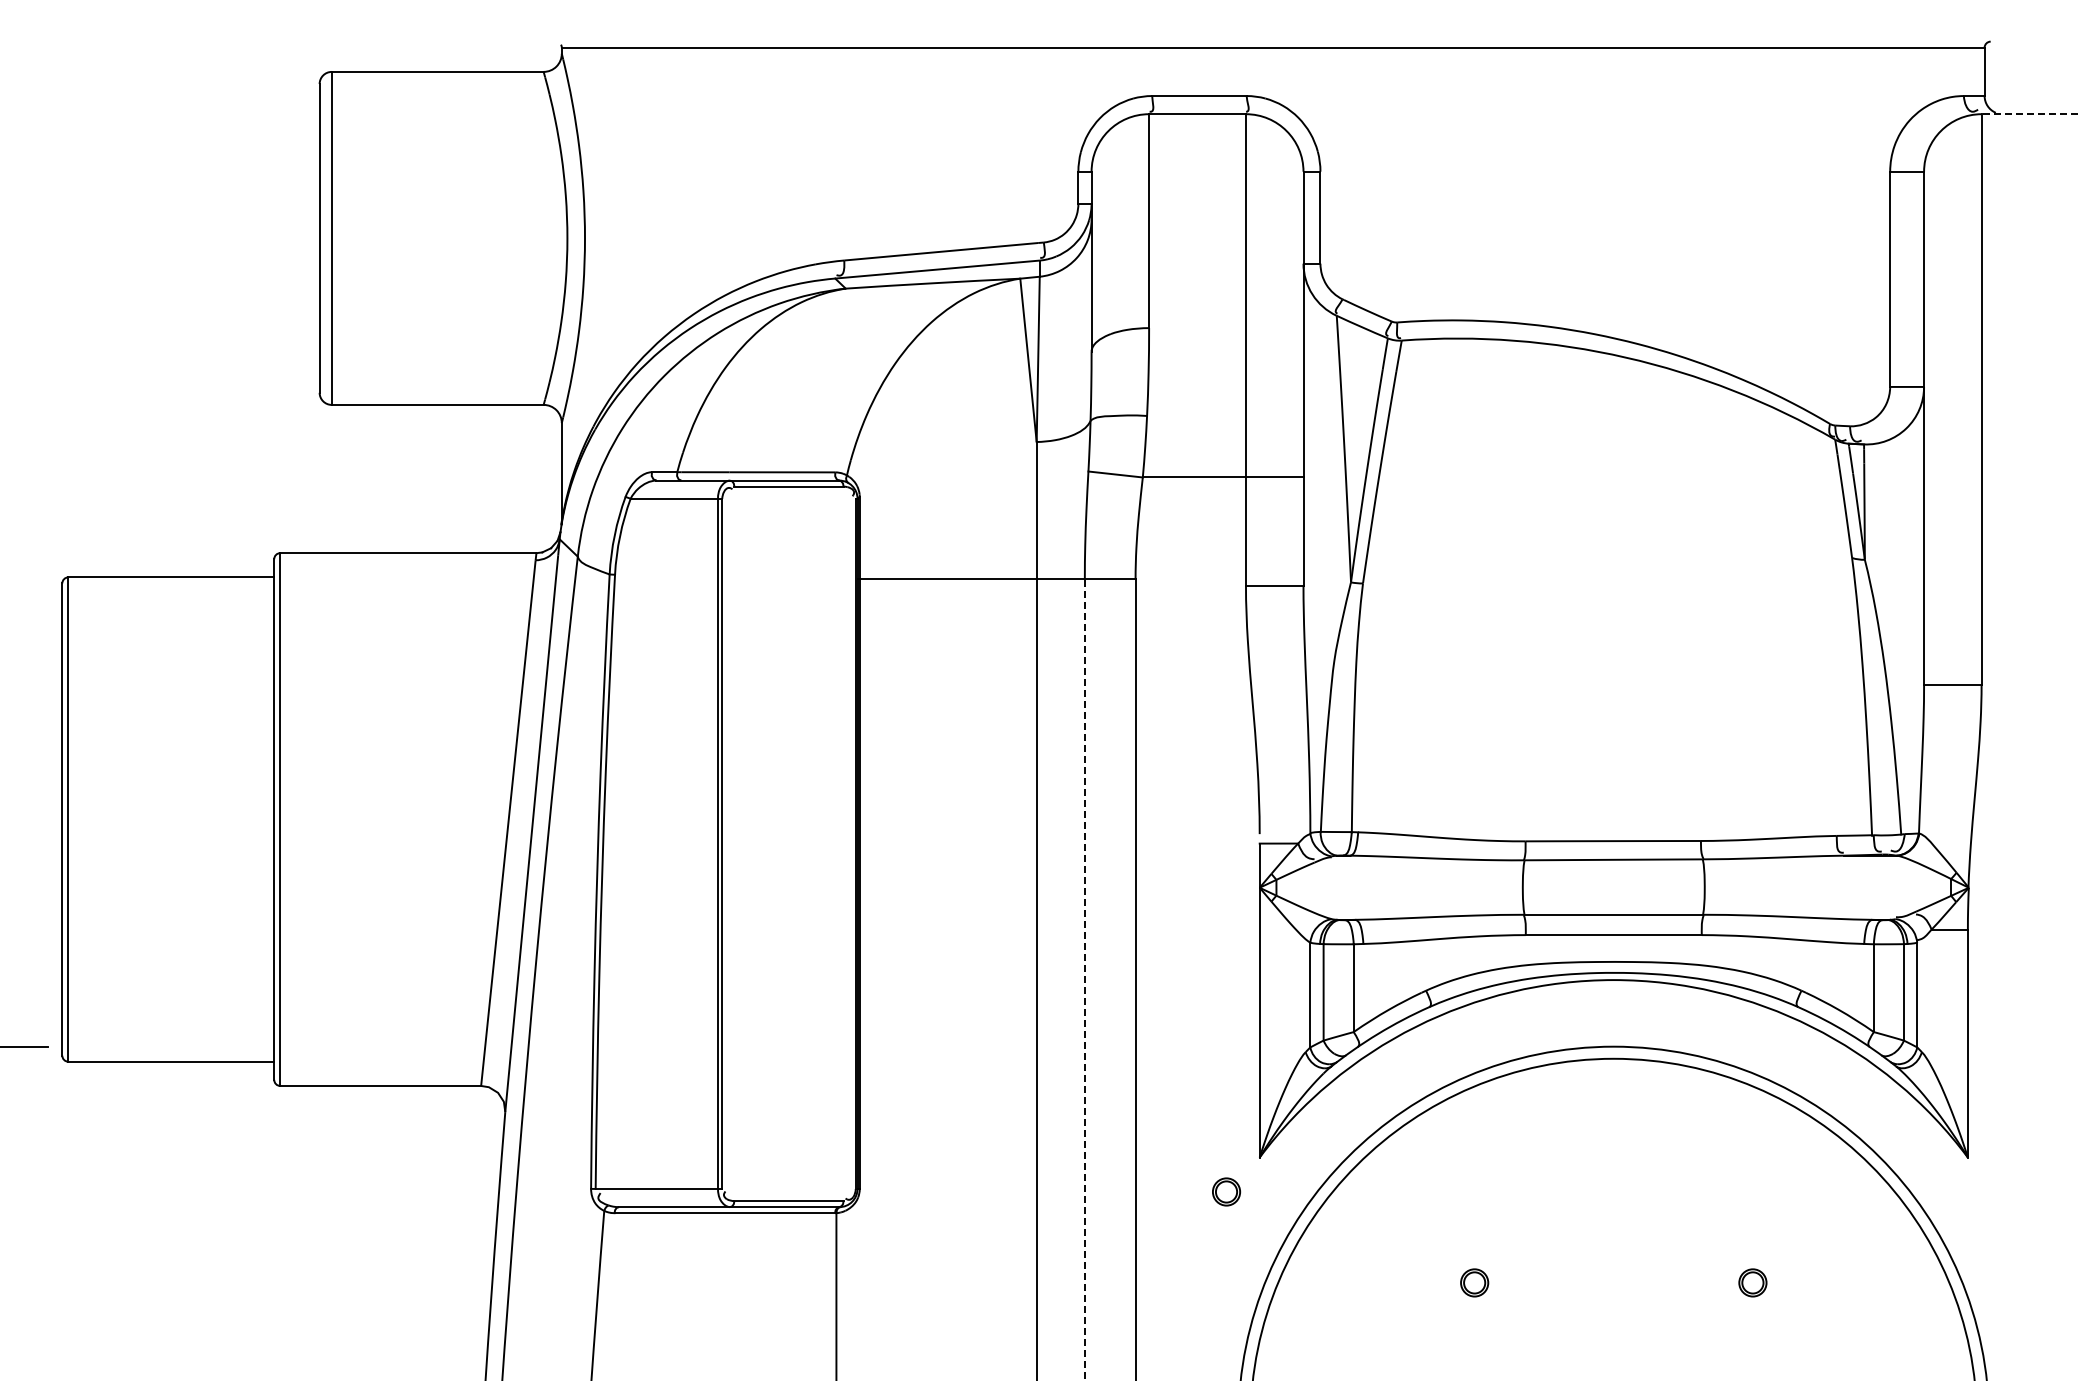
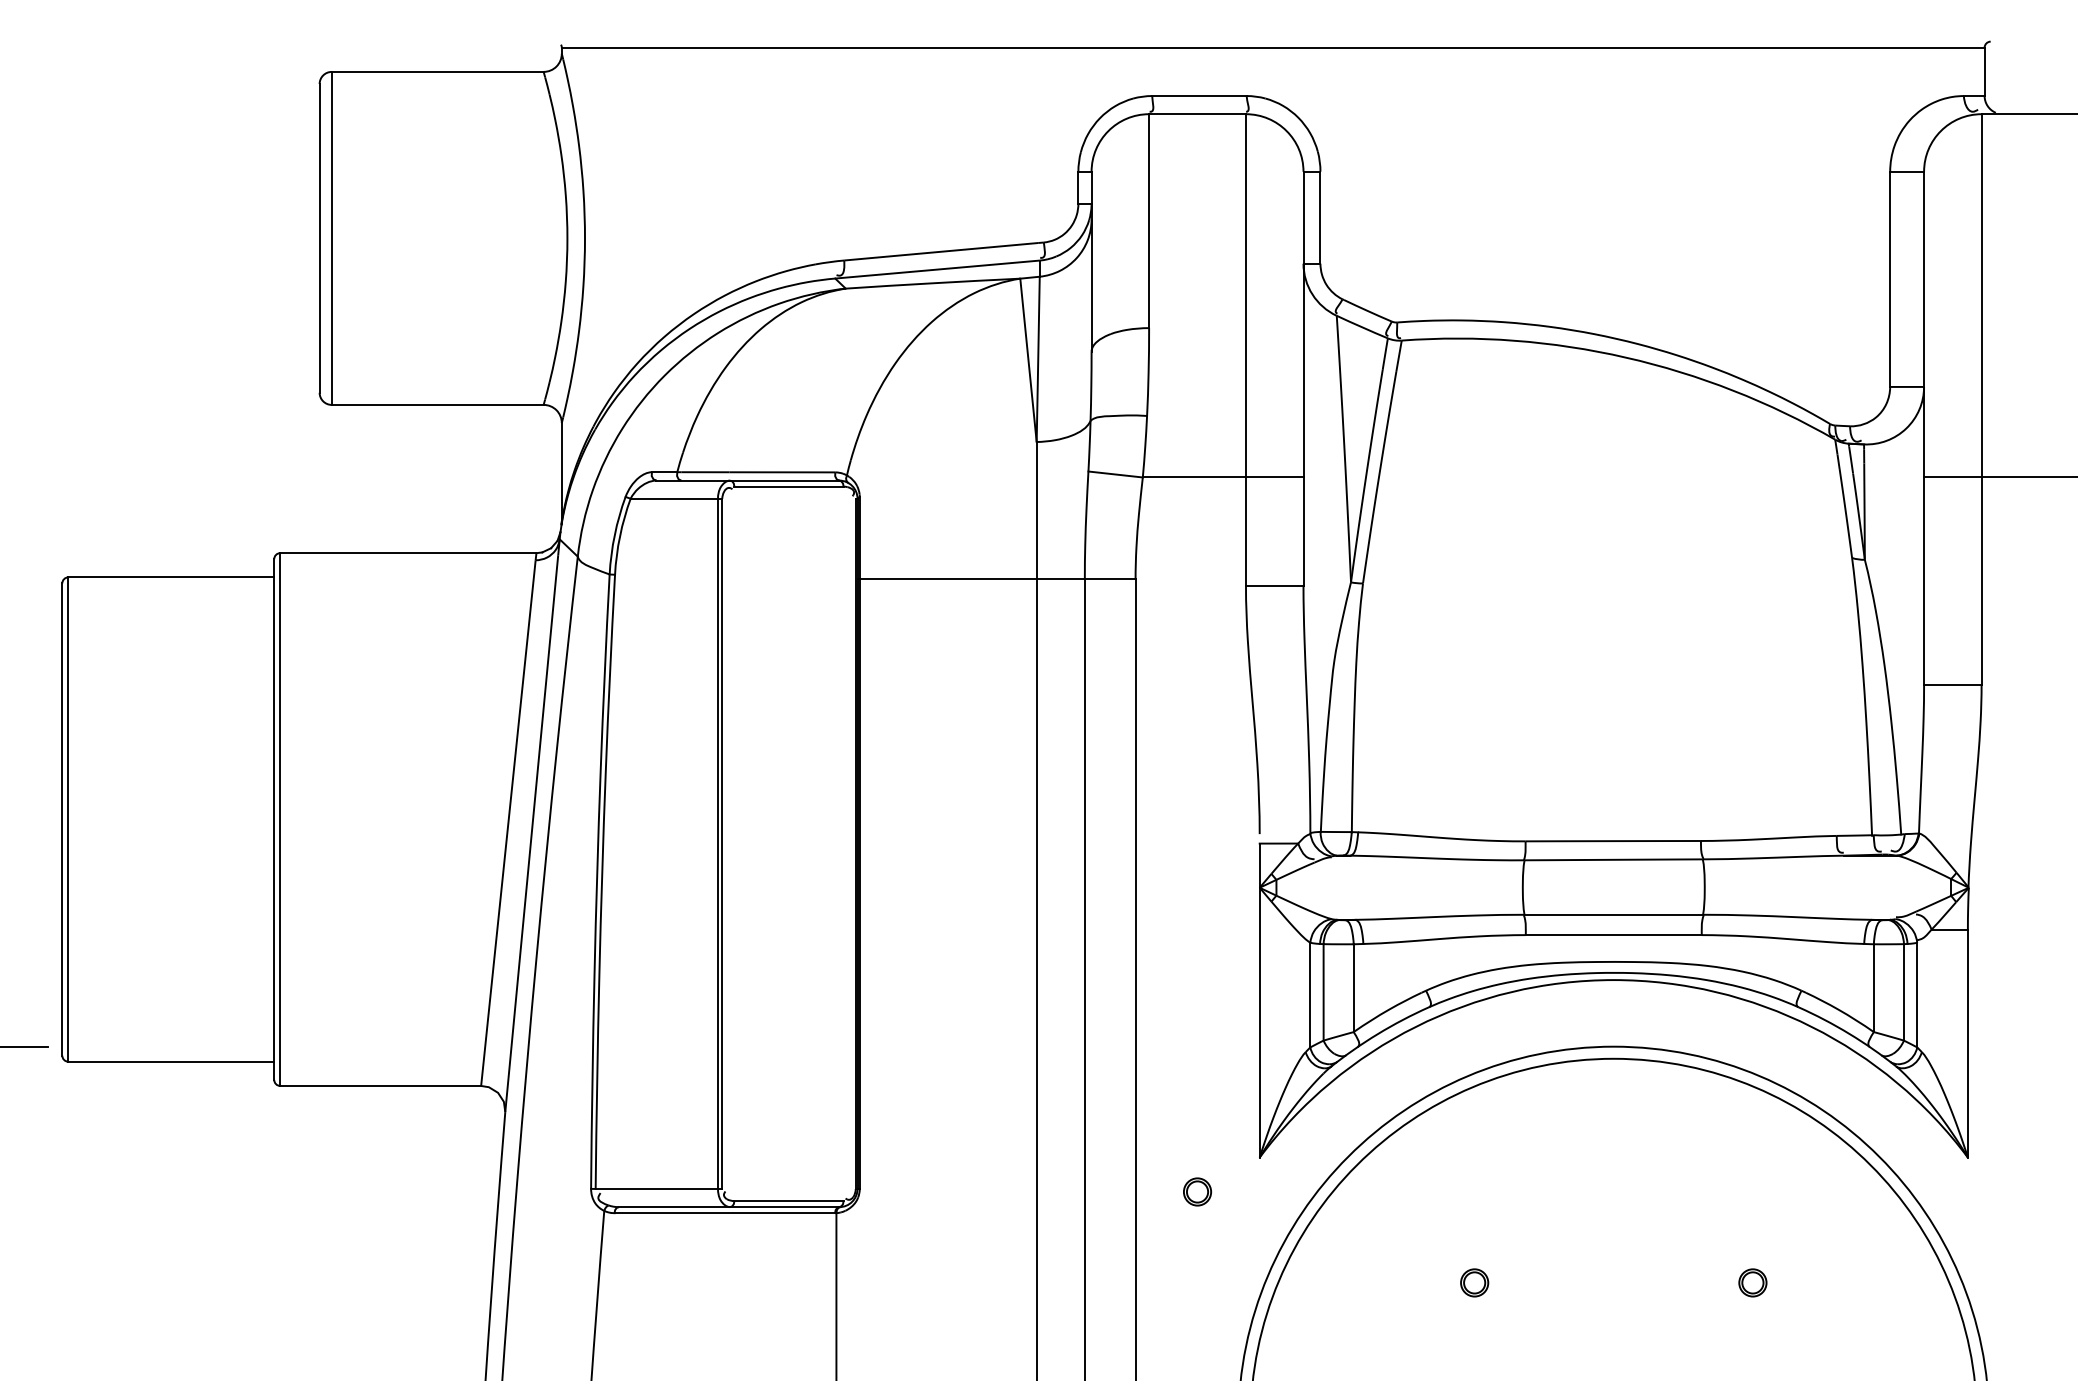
line at (2029, 114): dashed -> solid
line at (1999, 477): none -> present
line at (1084, 979): dashed -> solid
part at (1226, 1191) position: (1226, 1191) -> (1197, 1191)
